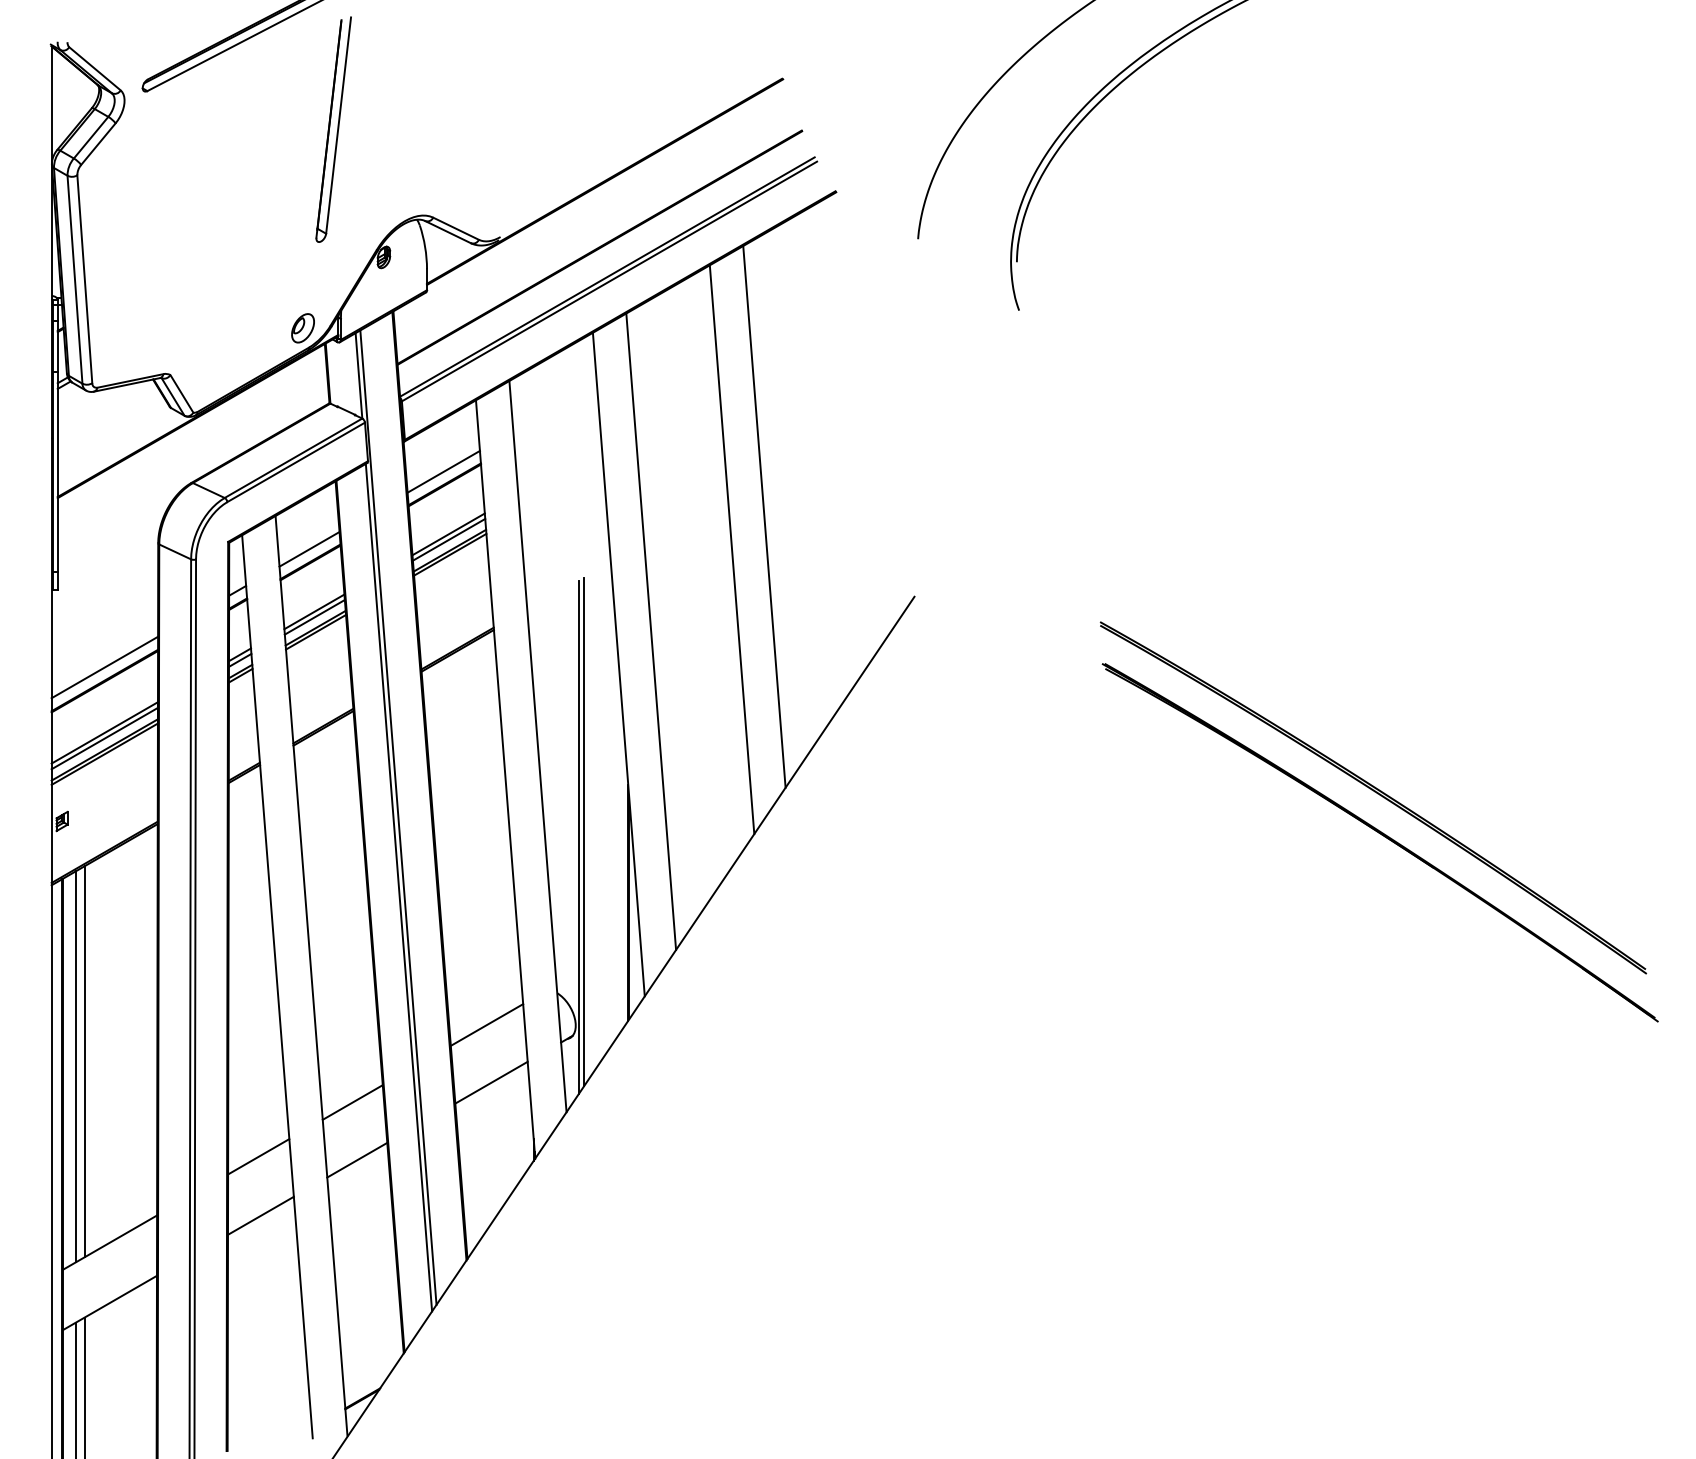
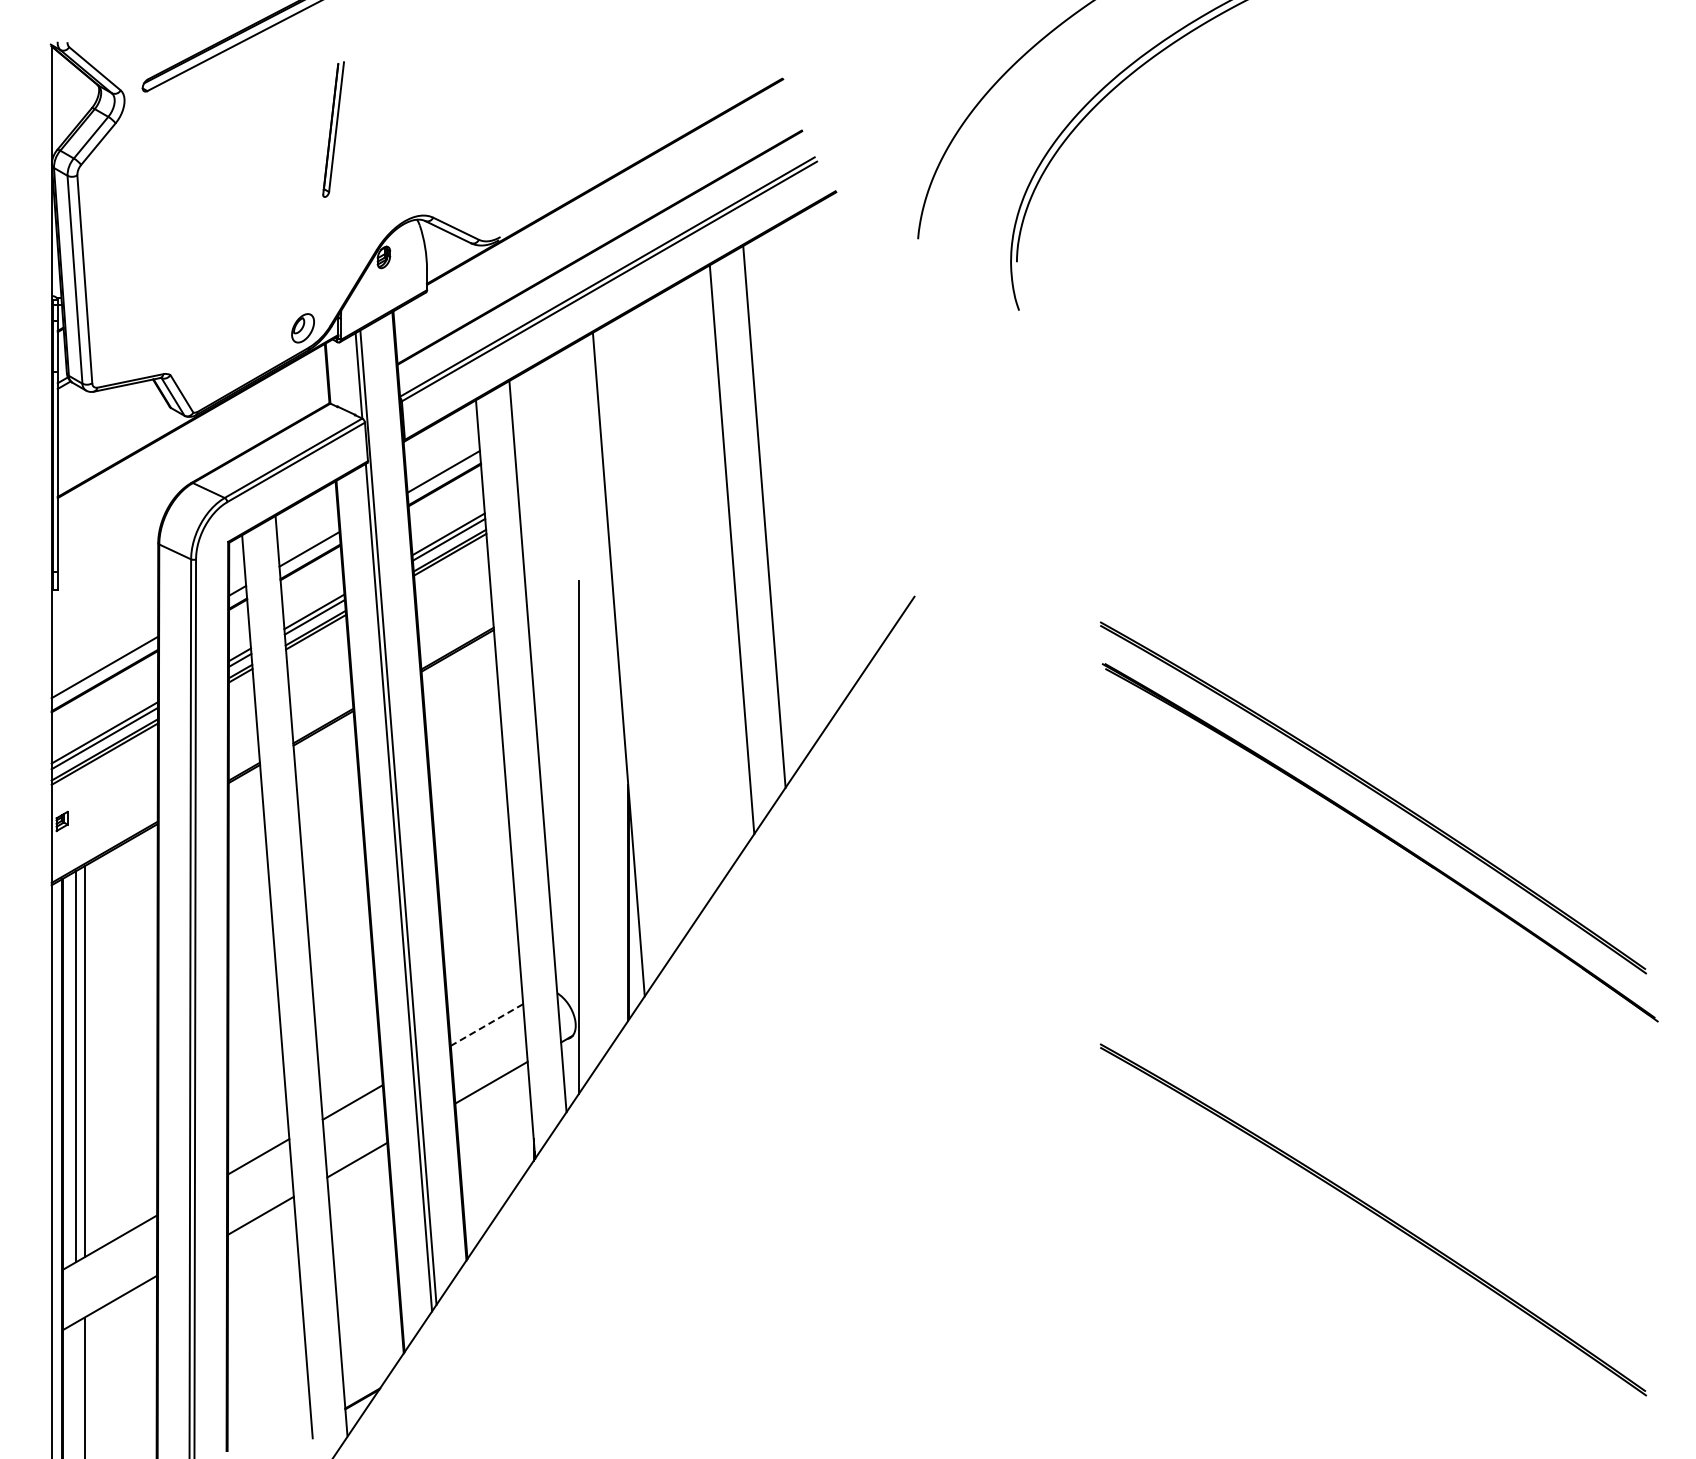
part at (333, 129) size: 37x227 px -> 23x137 px
line at (651, 631): present -> none
line at (583, 832): present -> none
line at (487, 1025): solid -> dashed
part at (1372, 1219): none -> present
line at (76, 1388): present -> none
